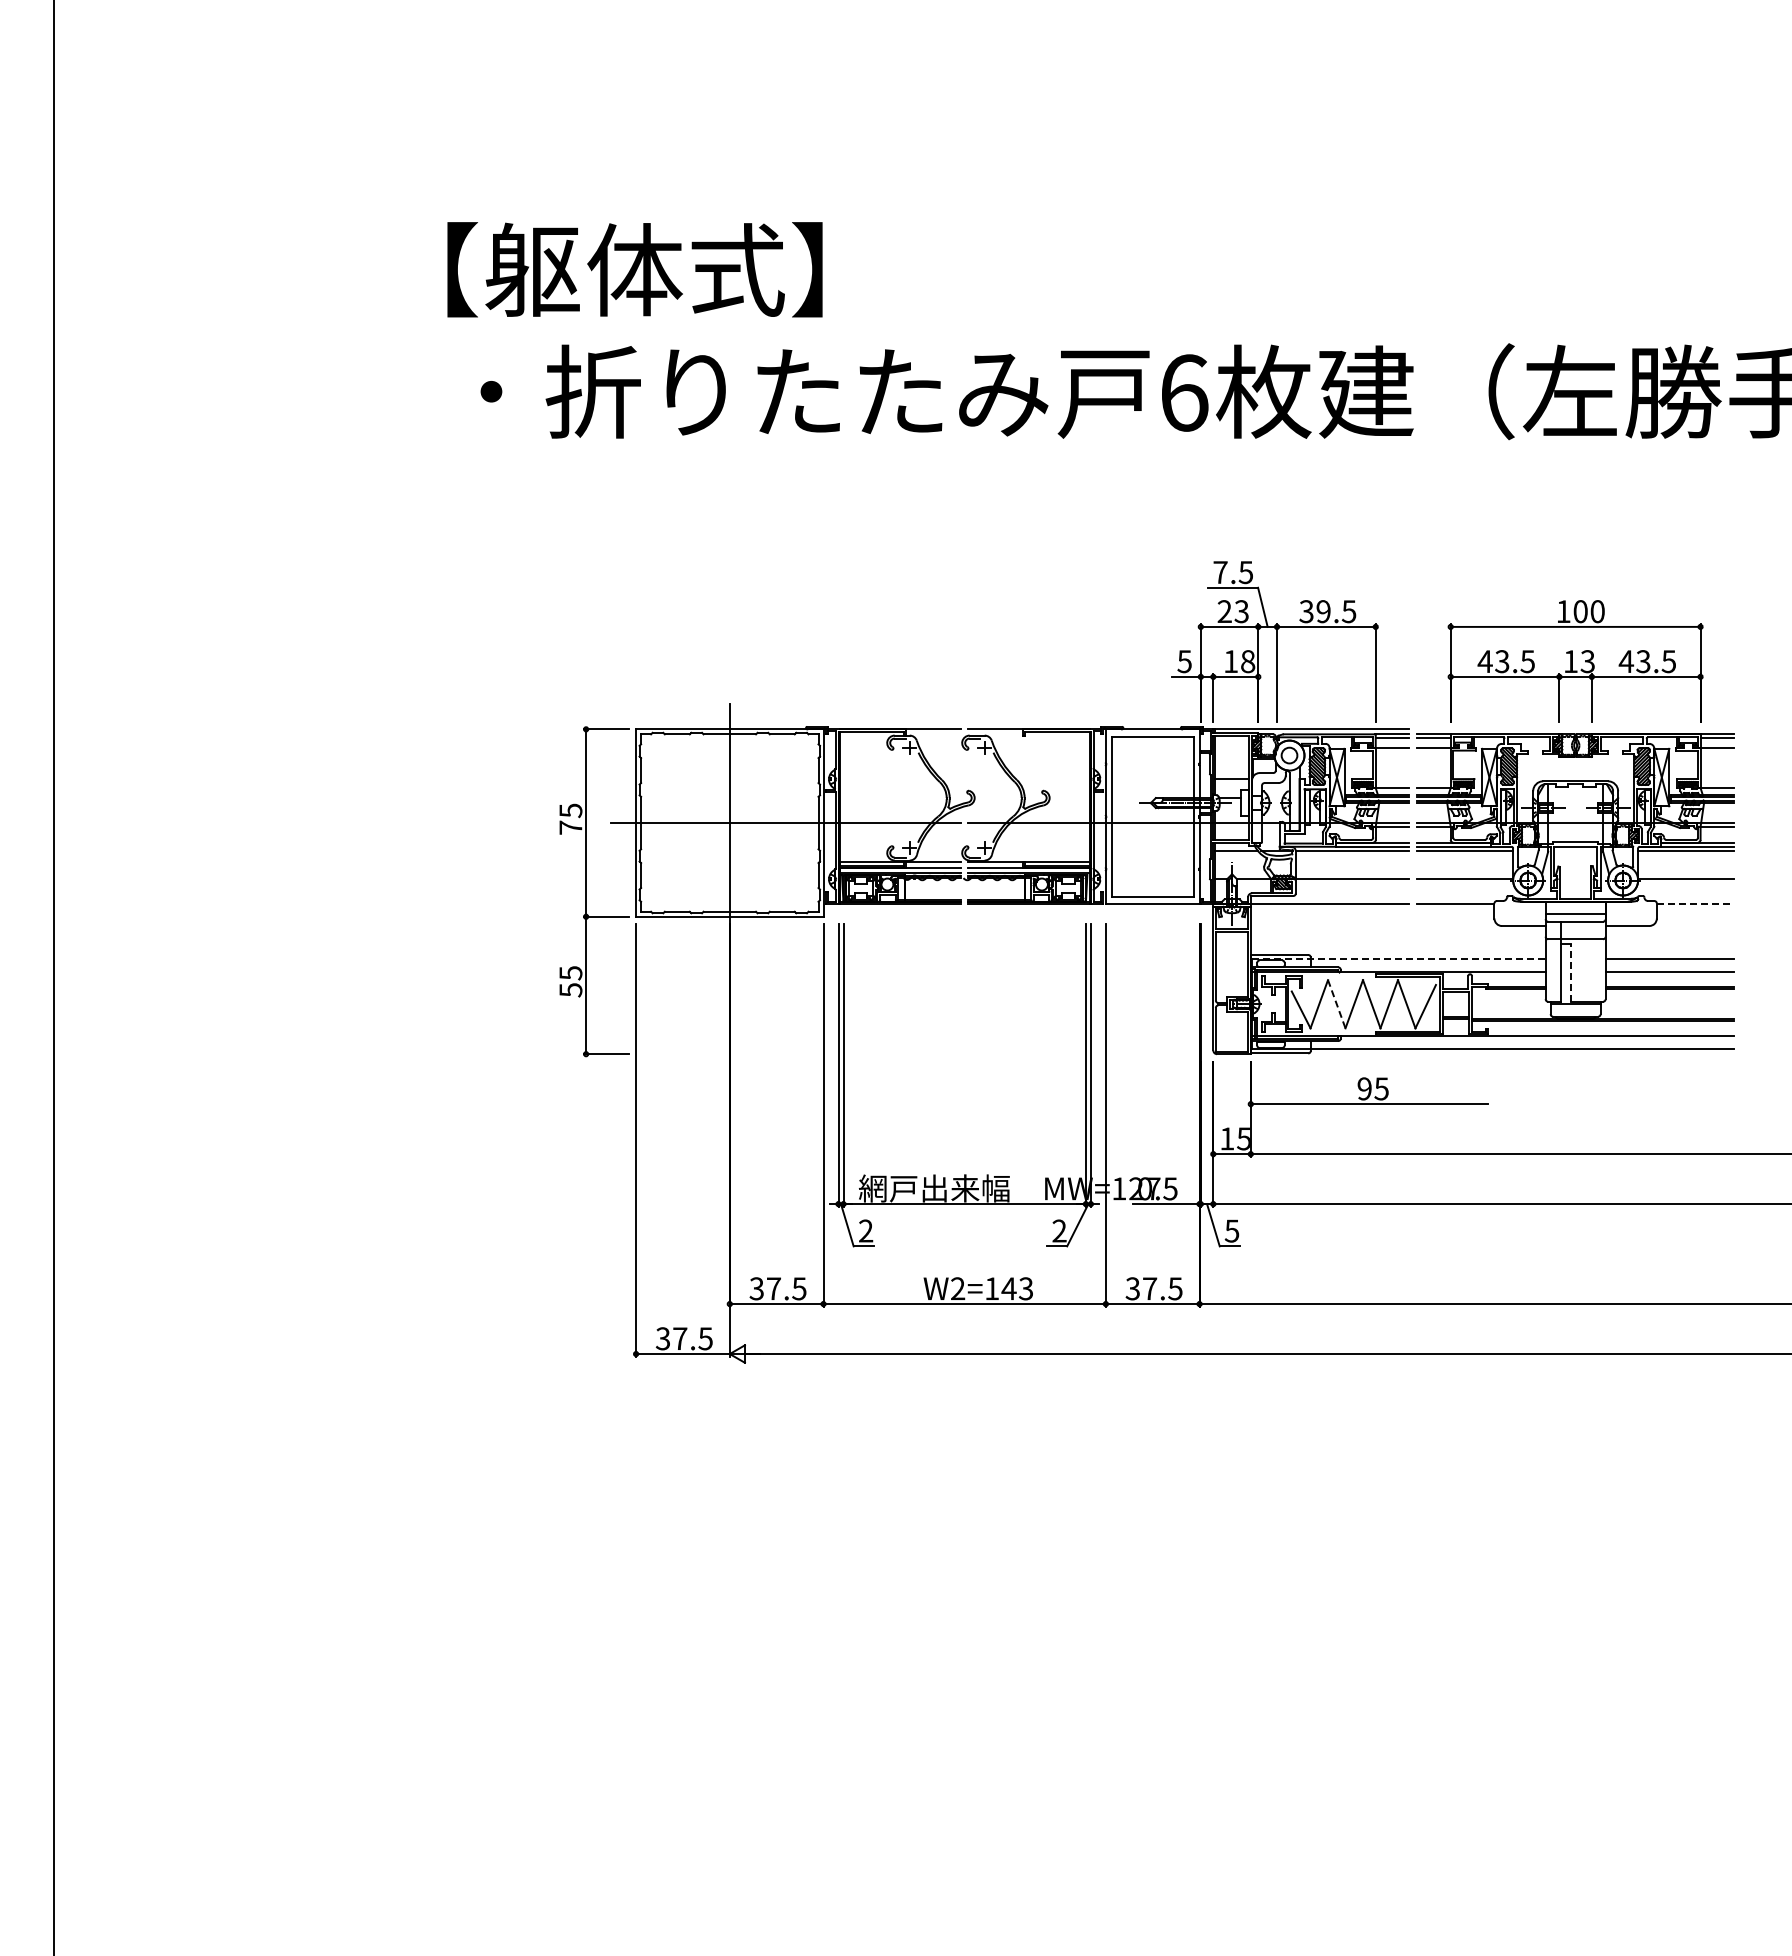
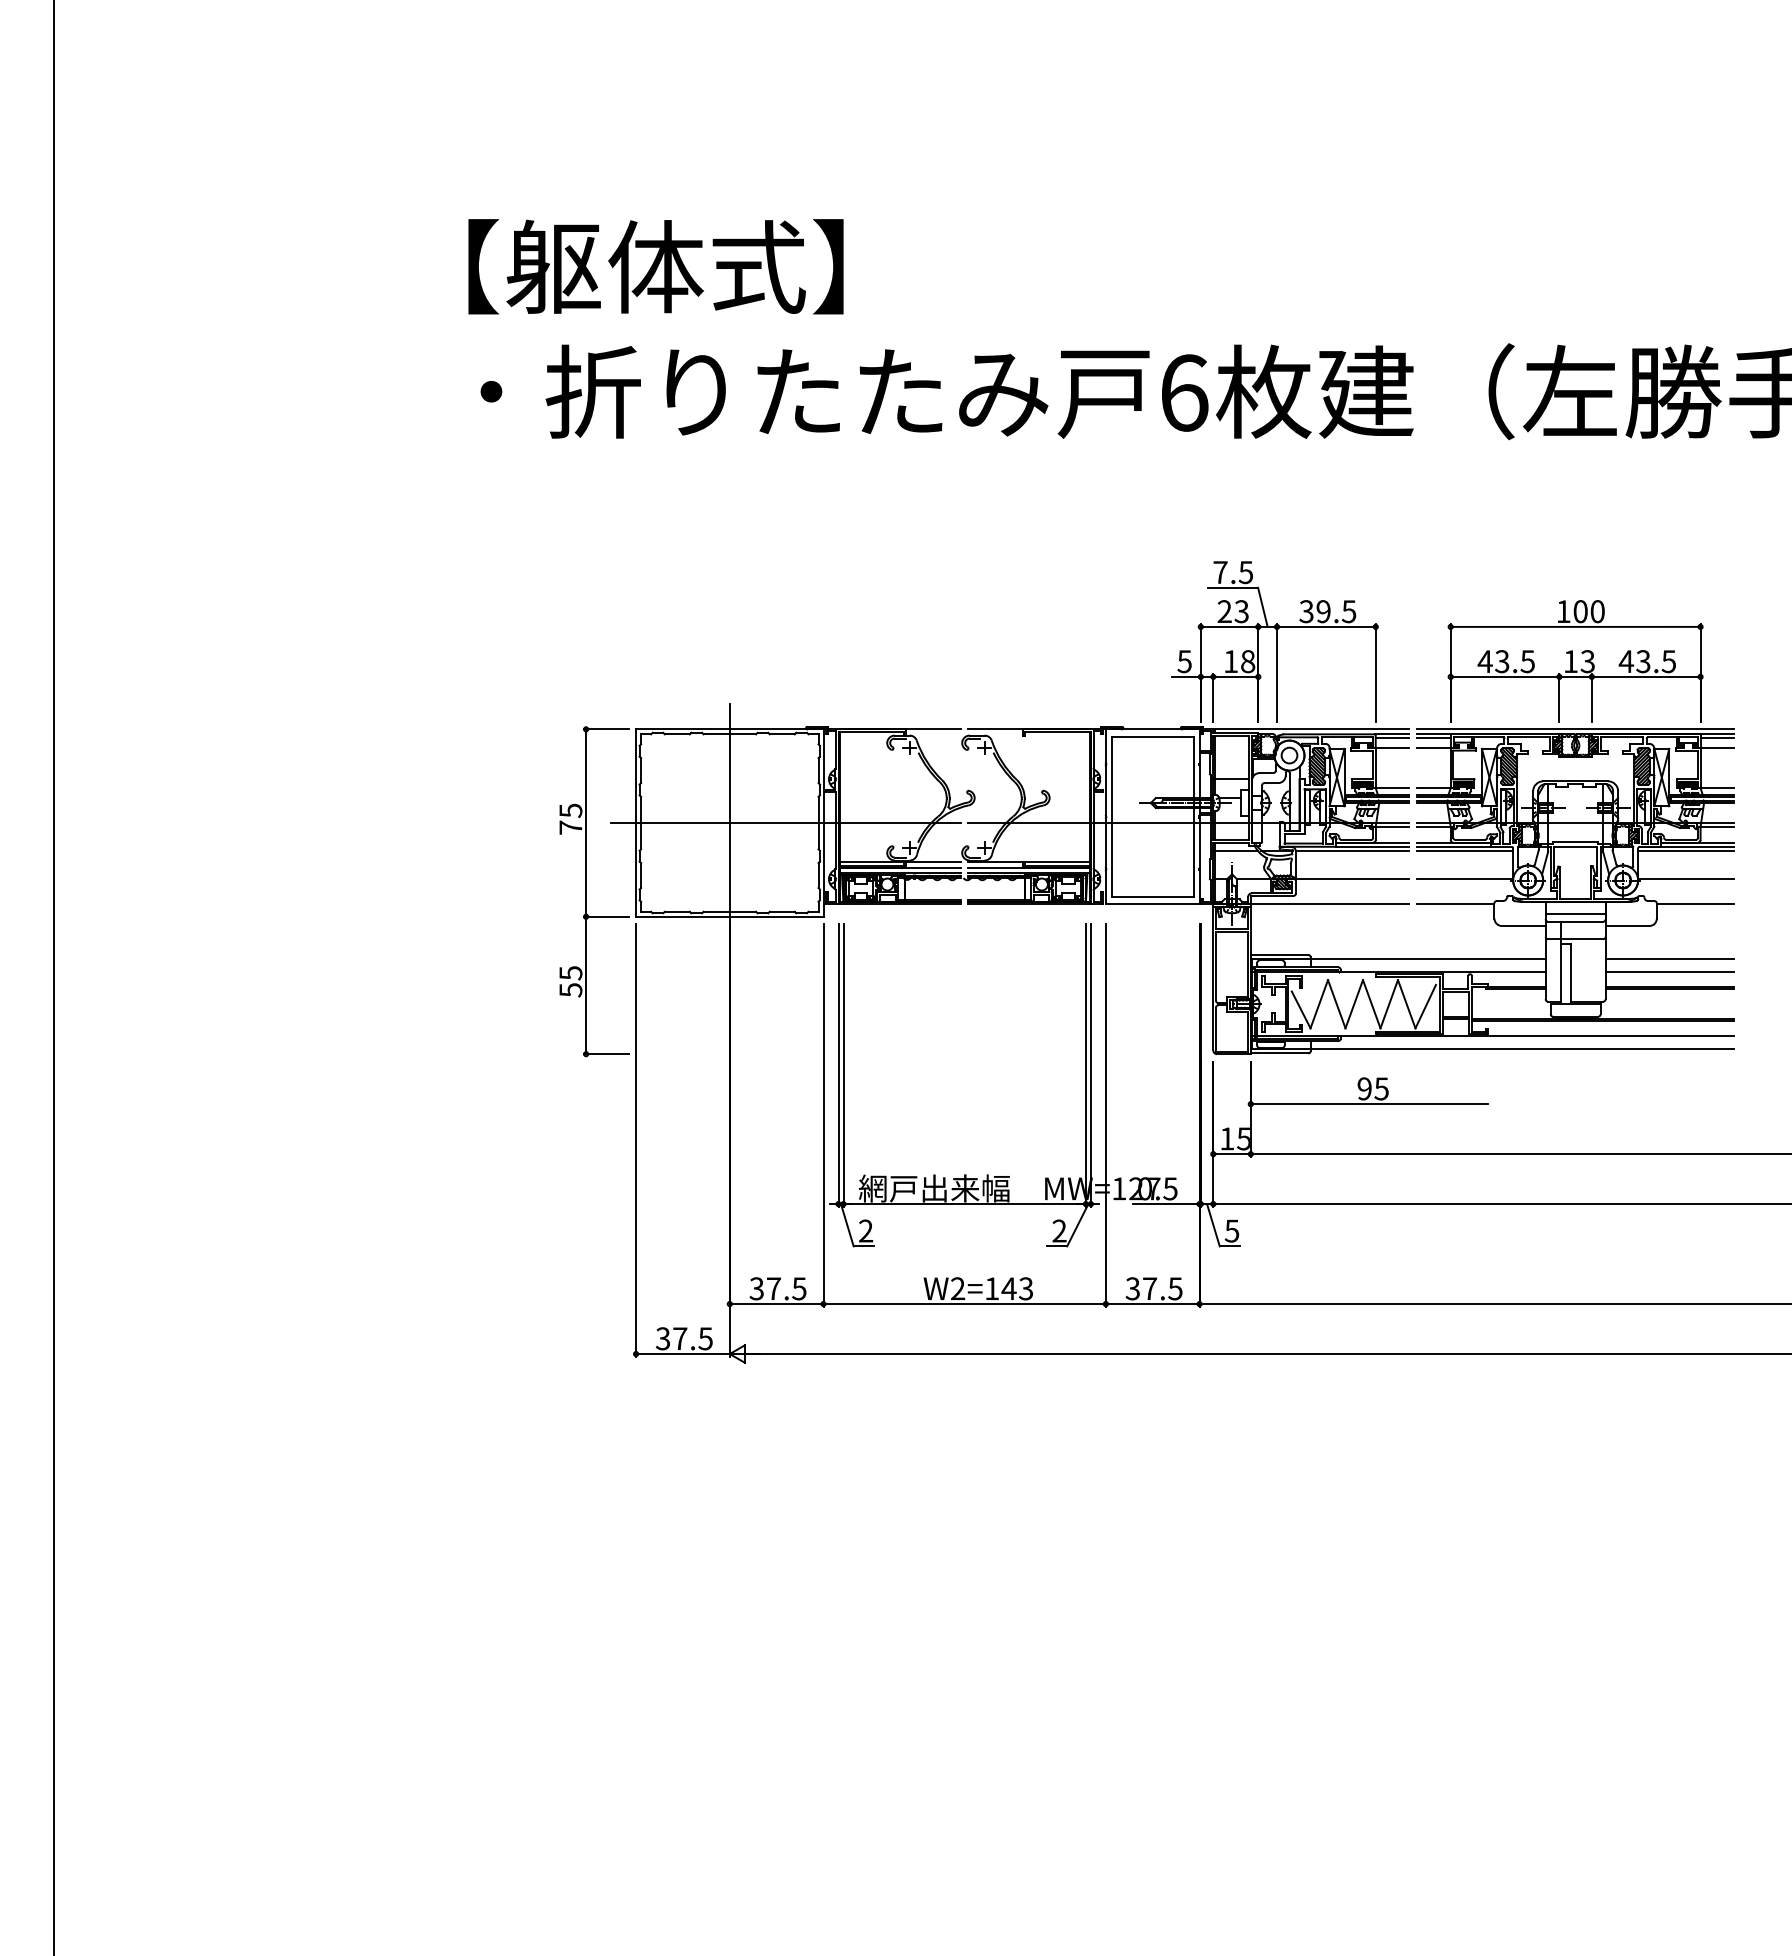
text at (634, 269) position: (634, 269) -> (655, 266)
line at (1575, 729): none -> present
line at (1695, 904): dashed -> solid
line at (1398, 959): dashed -> solid
line at (1570, 972): dashed -> solid
line at (1336, 1004): dashed -> solid
